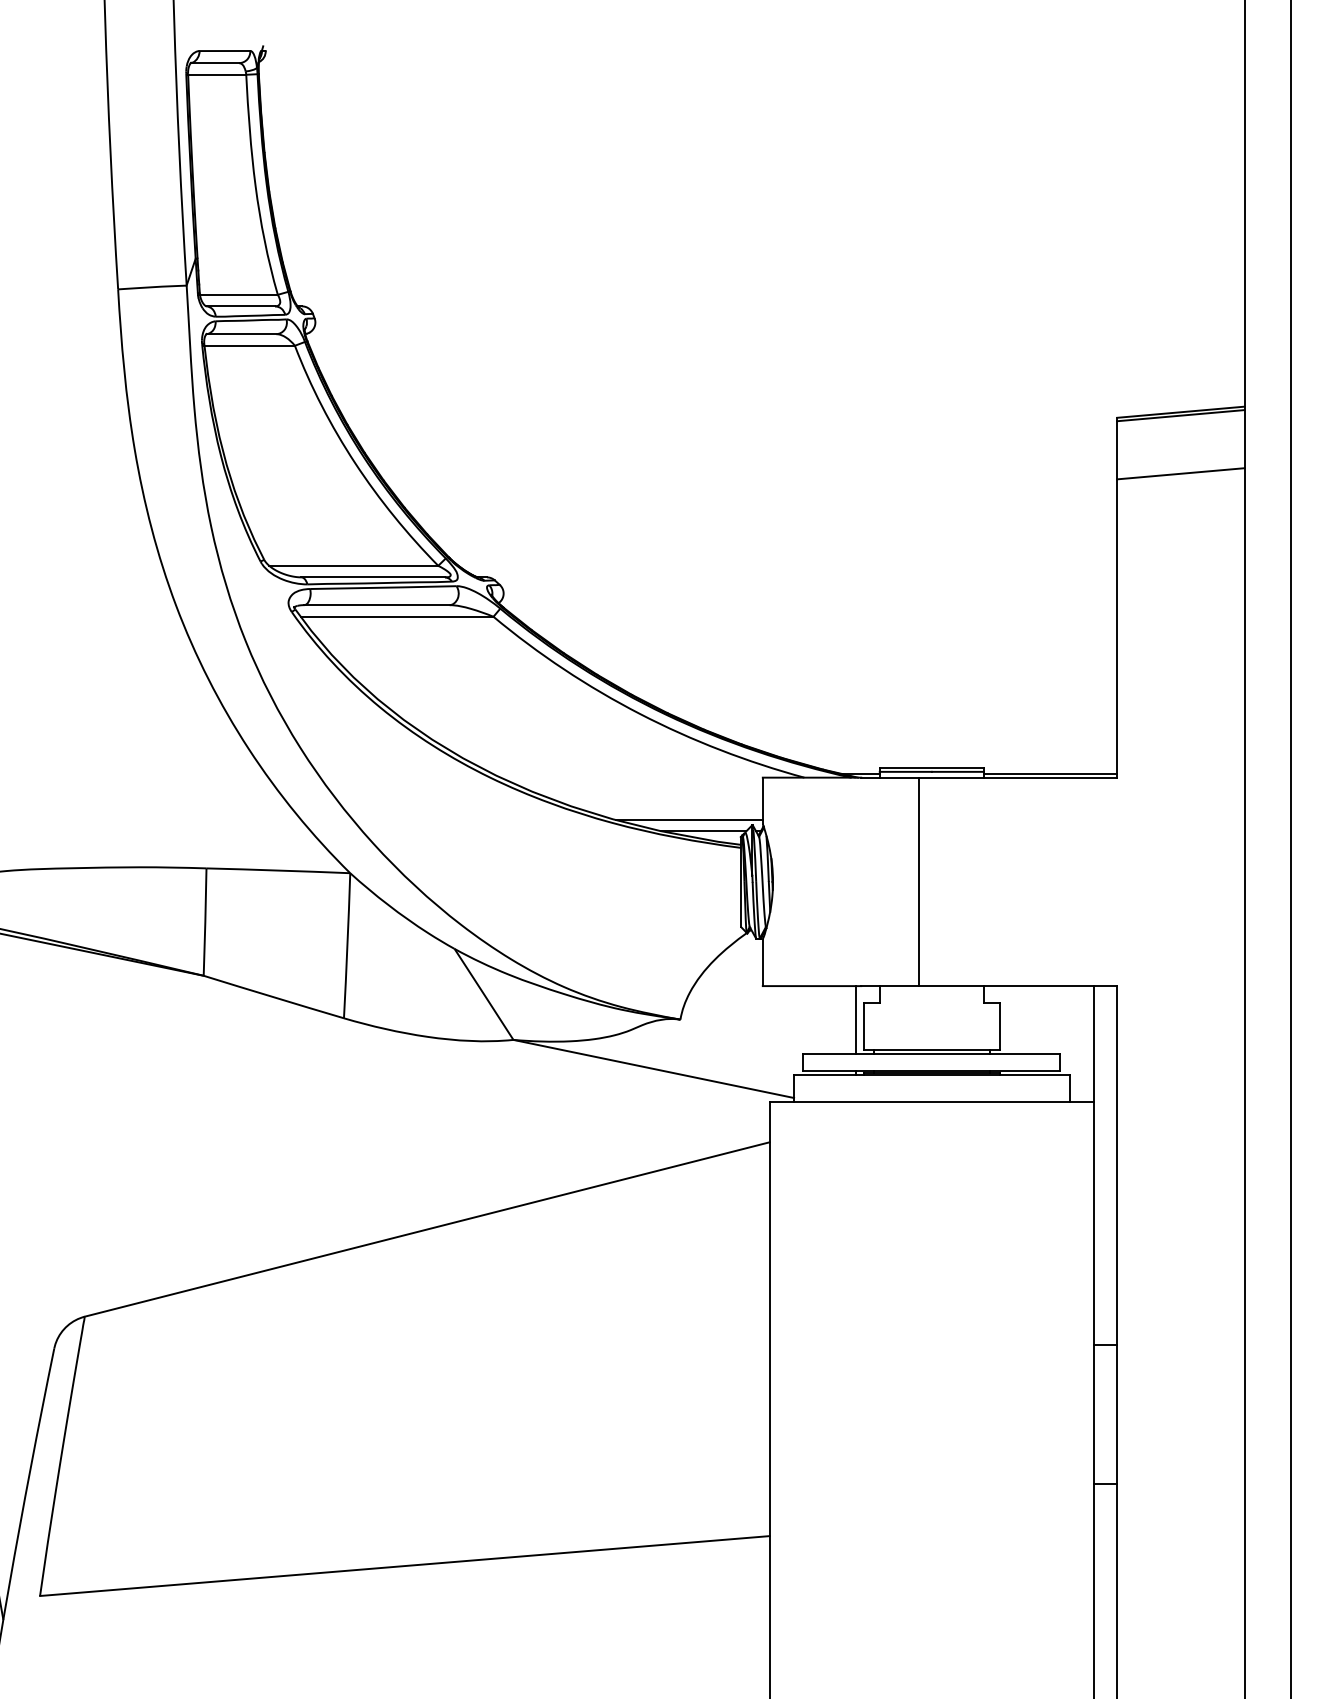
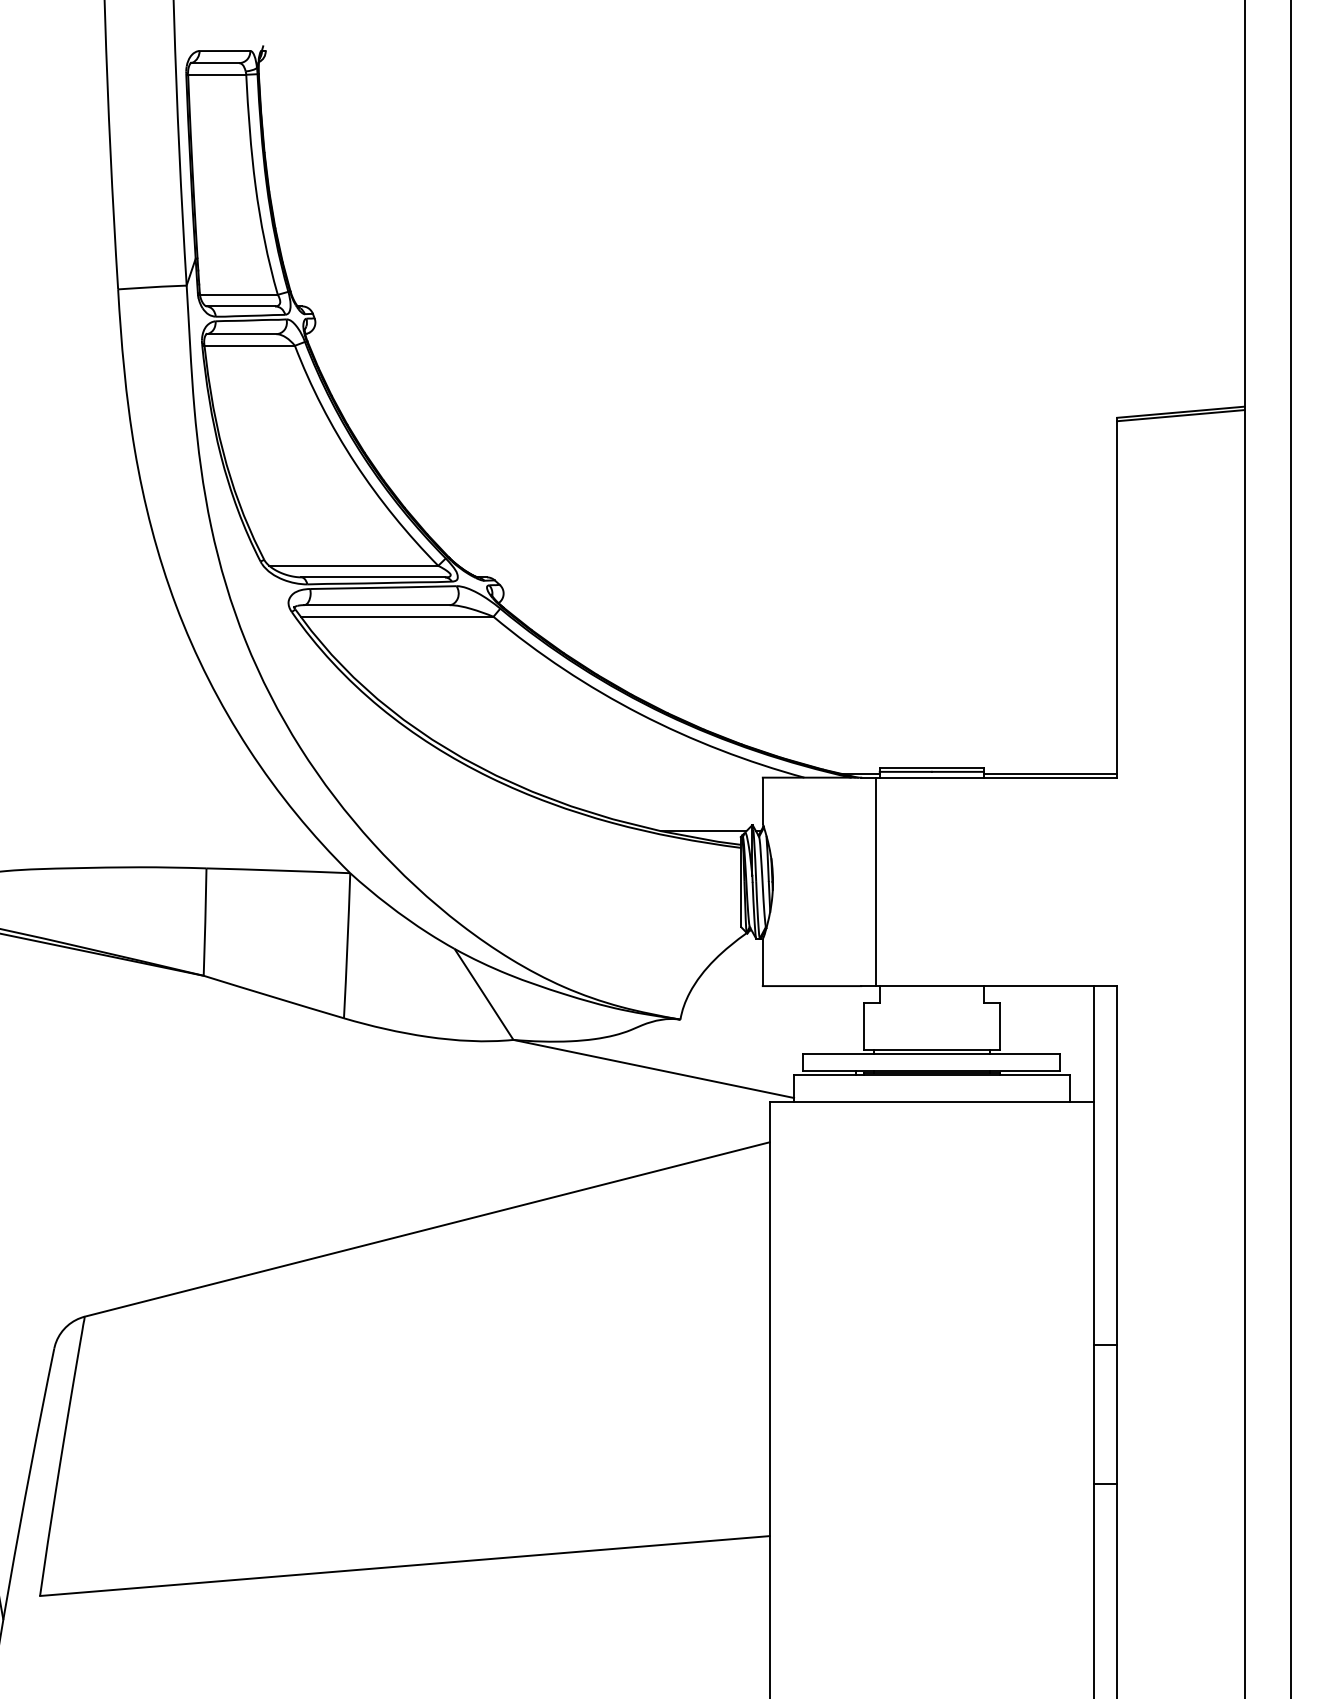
line at (1180, 473): present -> none
line at (688, 819): present -> none
line at (918, 881) position: (918, 881) -> (875, 881)
line at (855, 1020): present -> none
